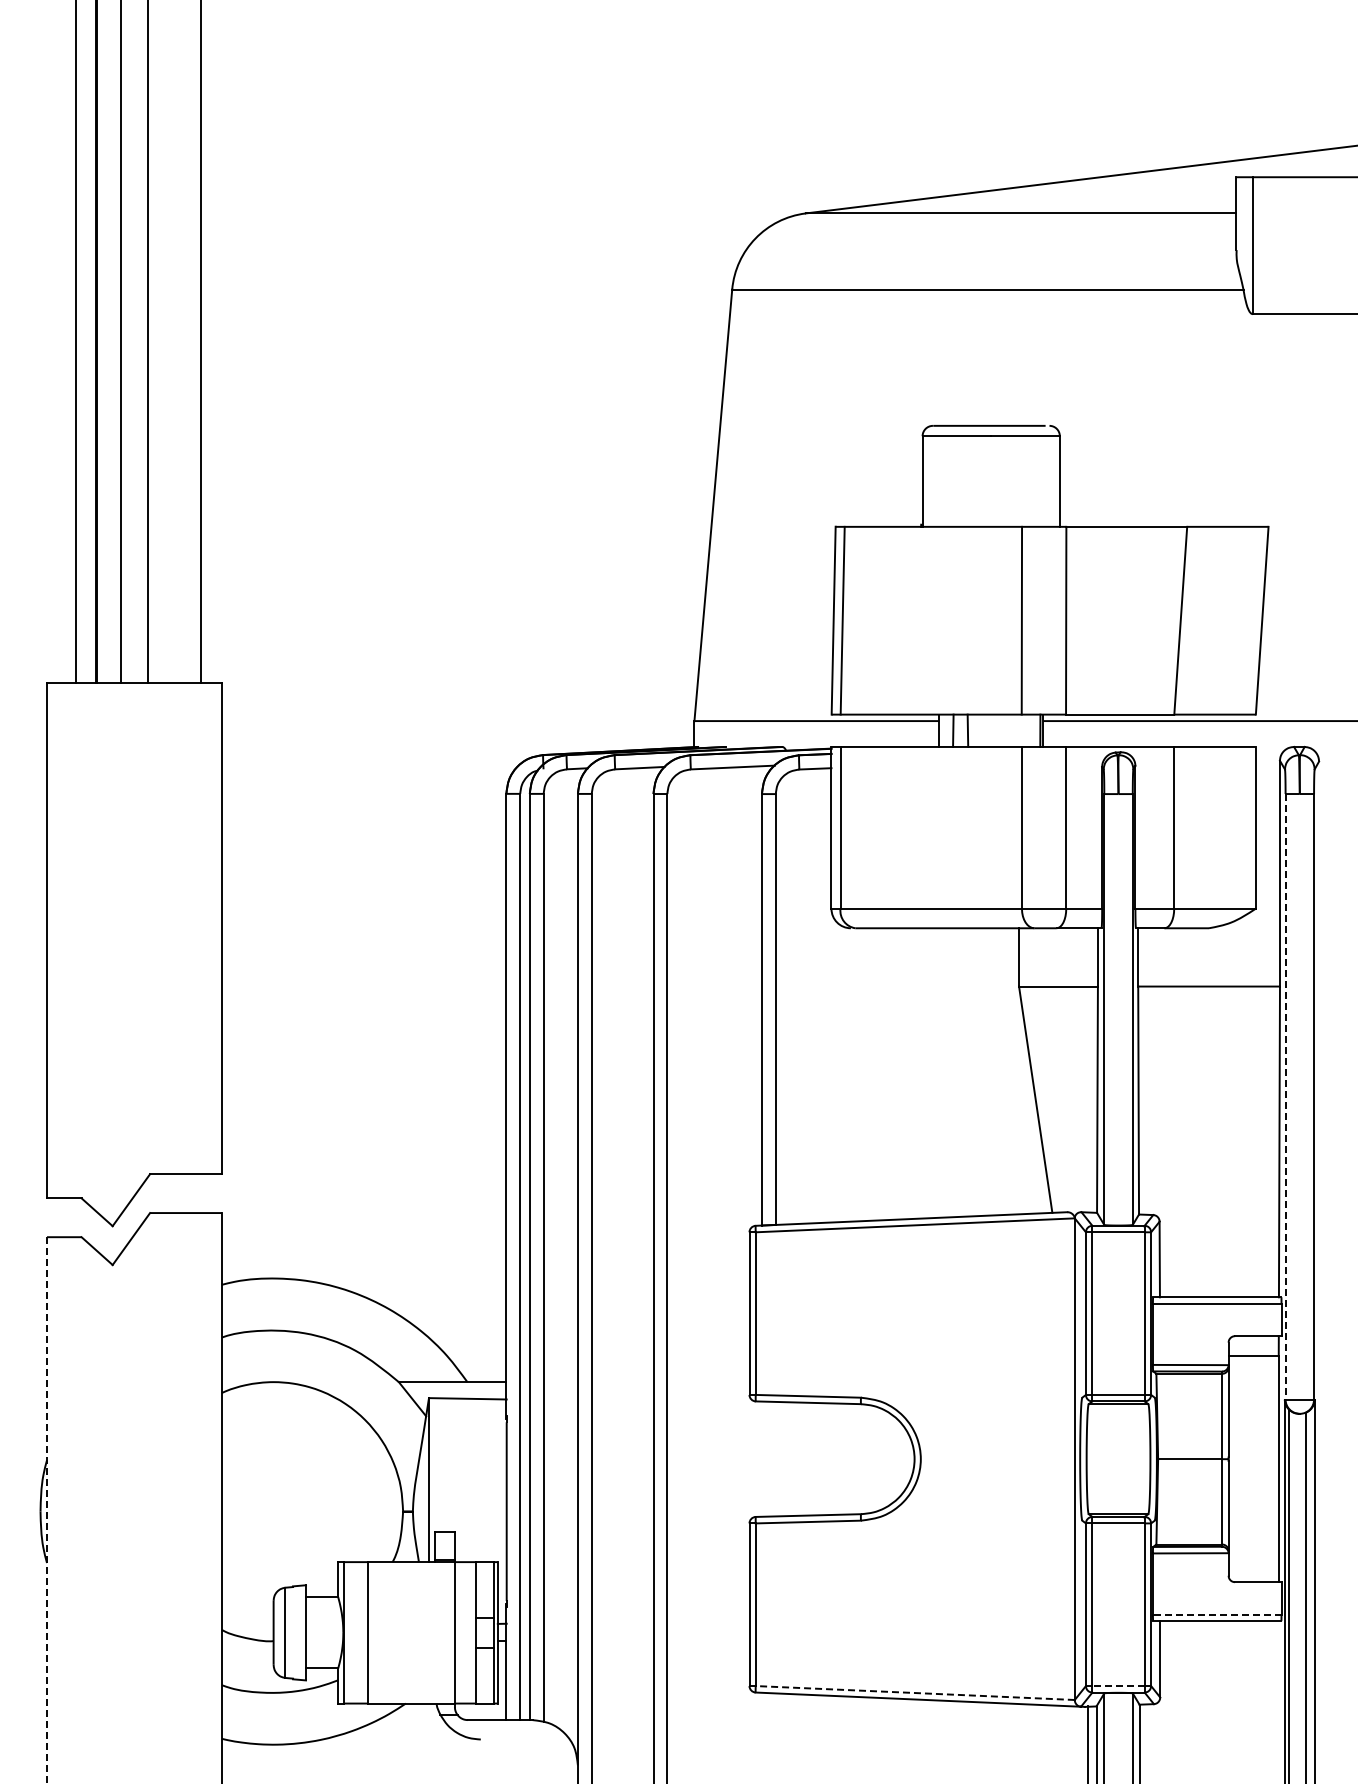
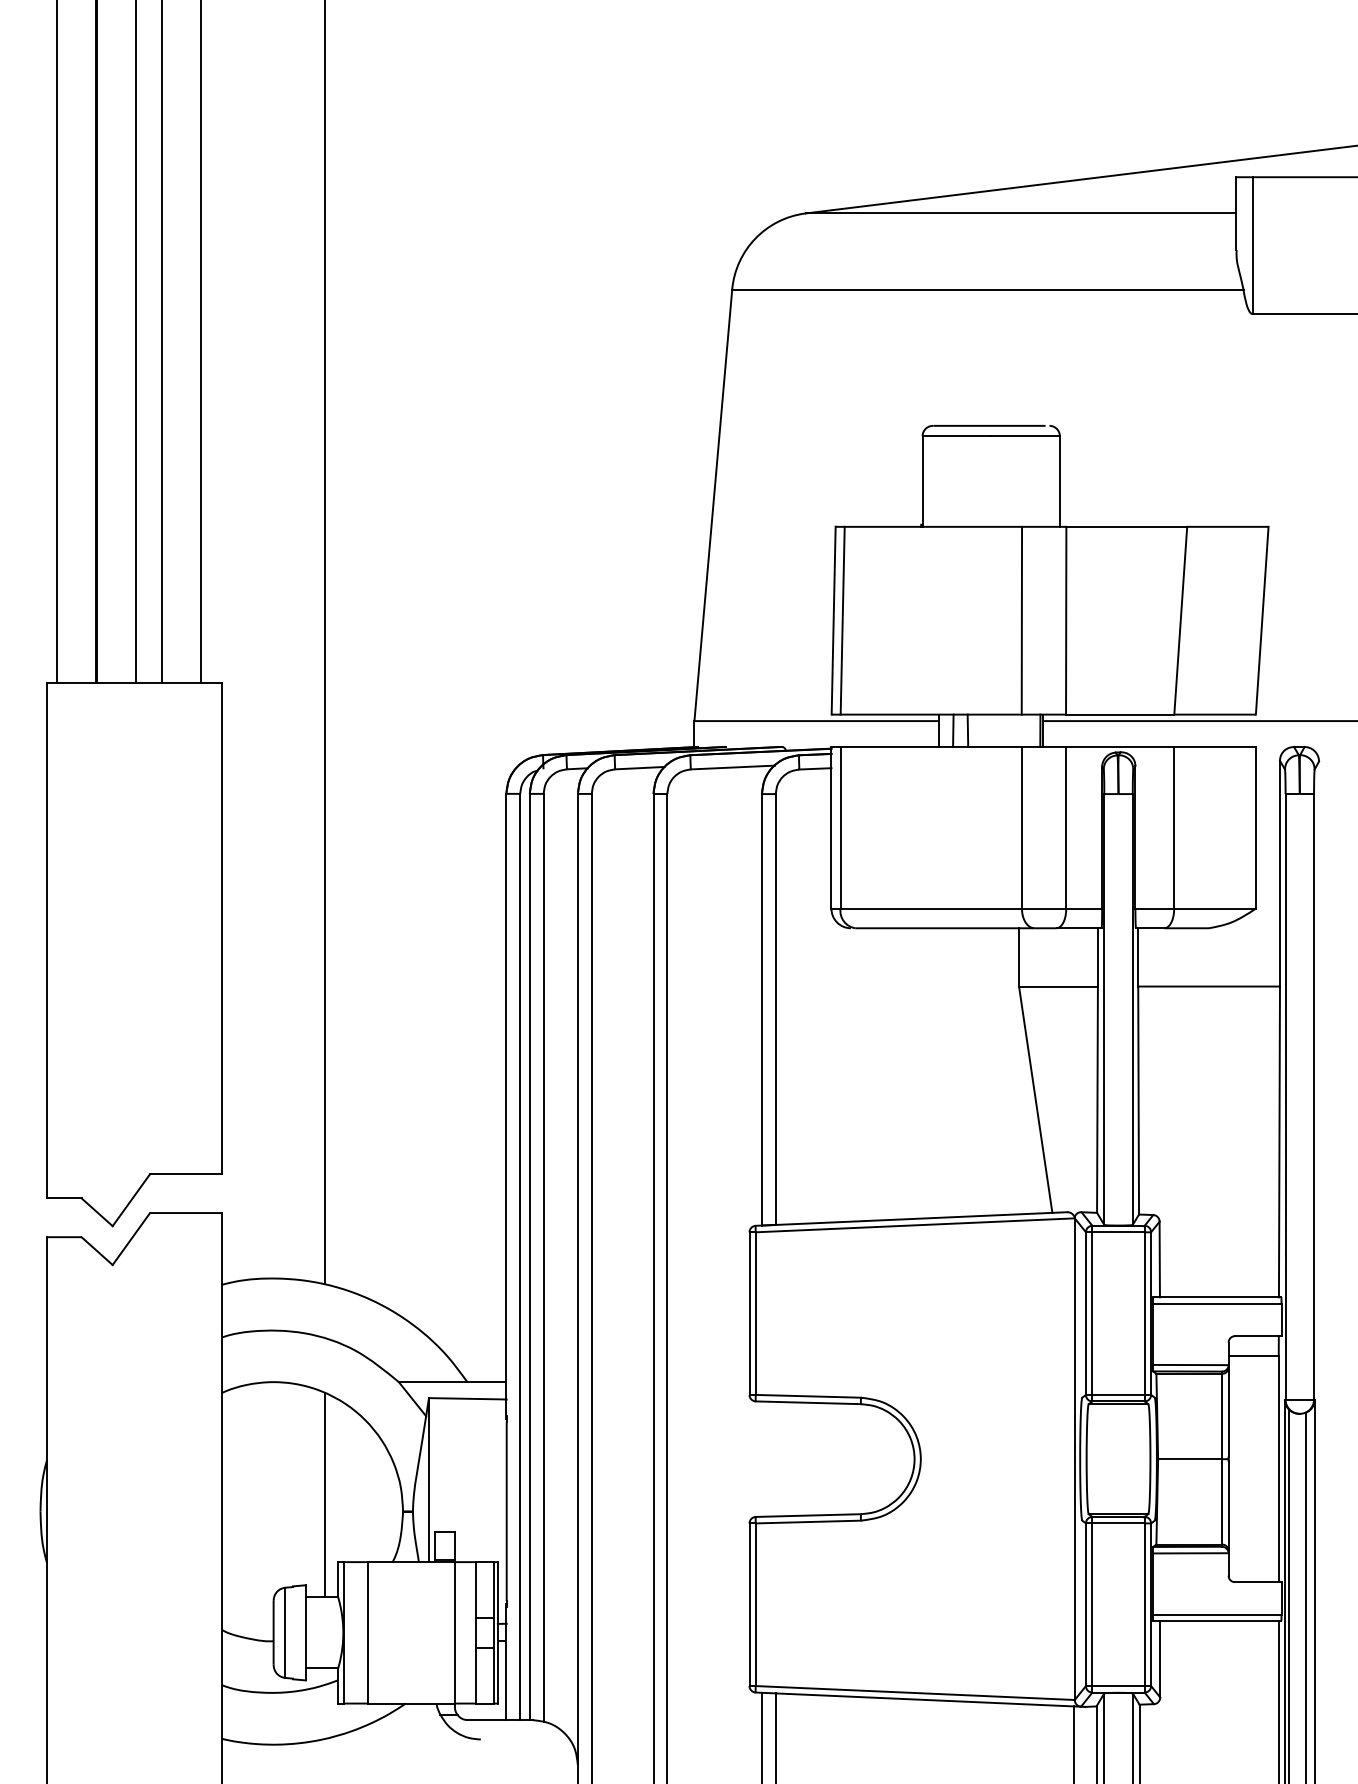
line at (75, 342) position: (75, 342) -> (56, 342)
line at (120, 342) position: (120, 342) -> (135, 342)
line at (148, 342) position: (148, 342) -> (162, 342)
line at (325, 643): none -> present
line at (1285, 1096): dashed -> solid
line at (325, 1495): none -> present
line at (47, 1511): dashed -> solid
line at (1216, 1614): dashed -> solid
line at (1118, 1686): dashed -> solid
line at (915, 1693): dashed -> solid
line at (1278, 1700): none -> present
line at (761, 1736): none -> present
line at (775, 1736): none -> present
line at (1087, 1743) position: (1087, 1743) -> (1073, 1743)
